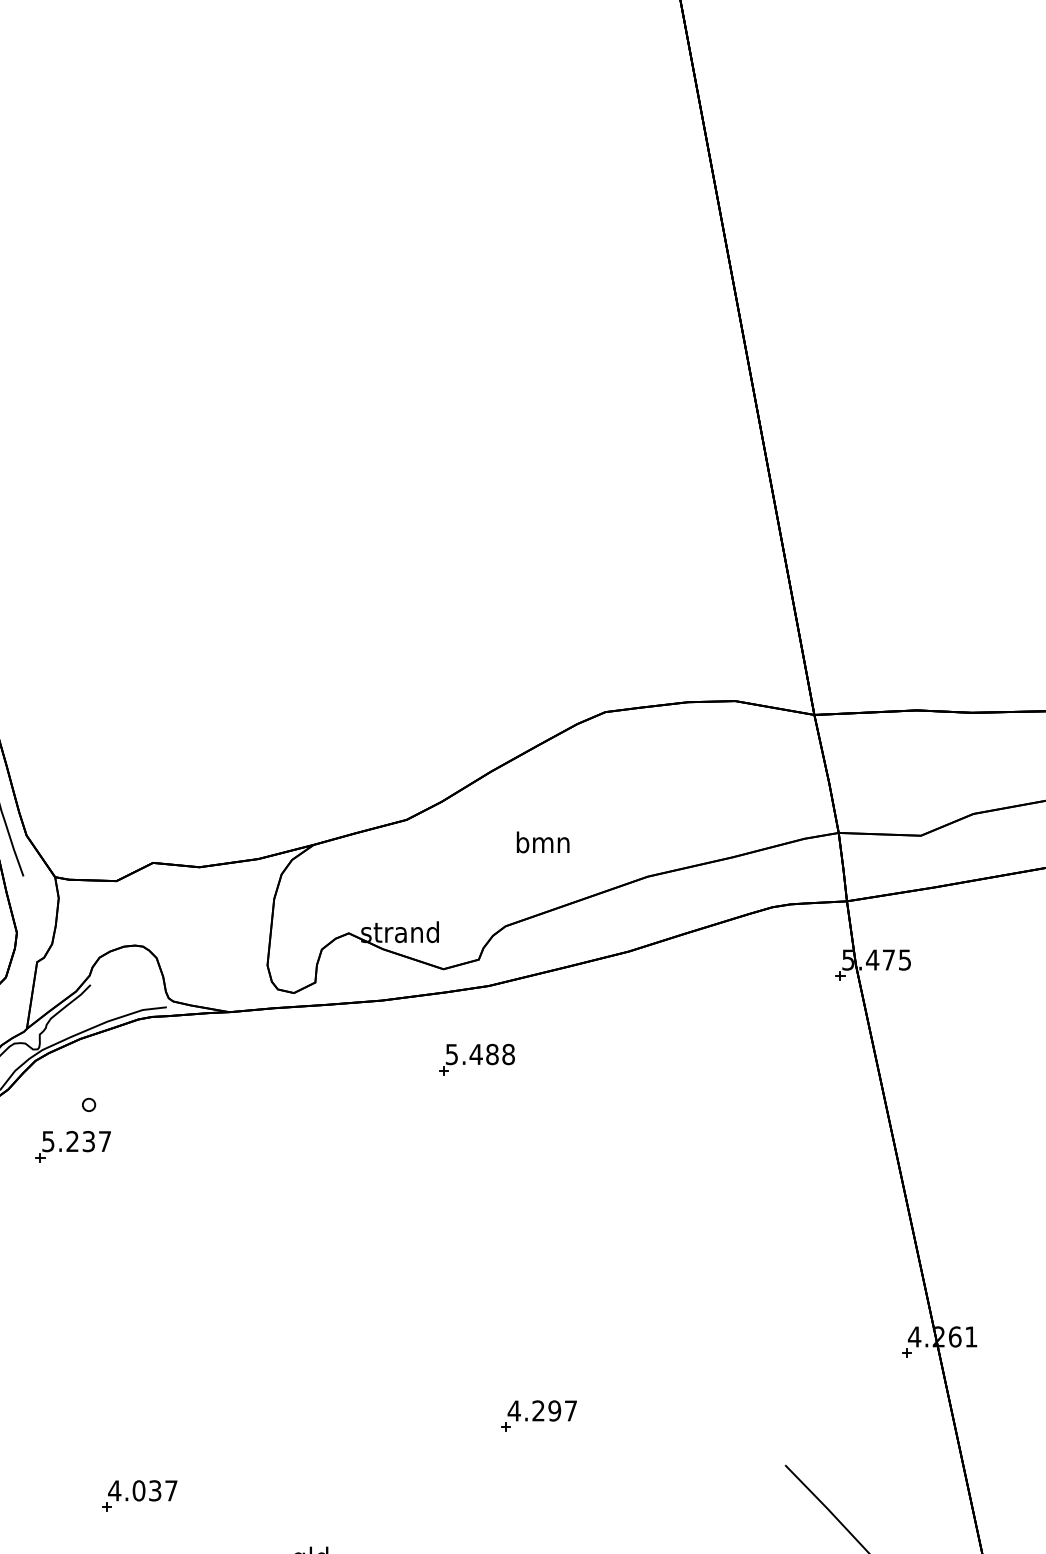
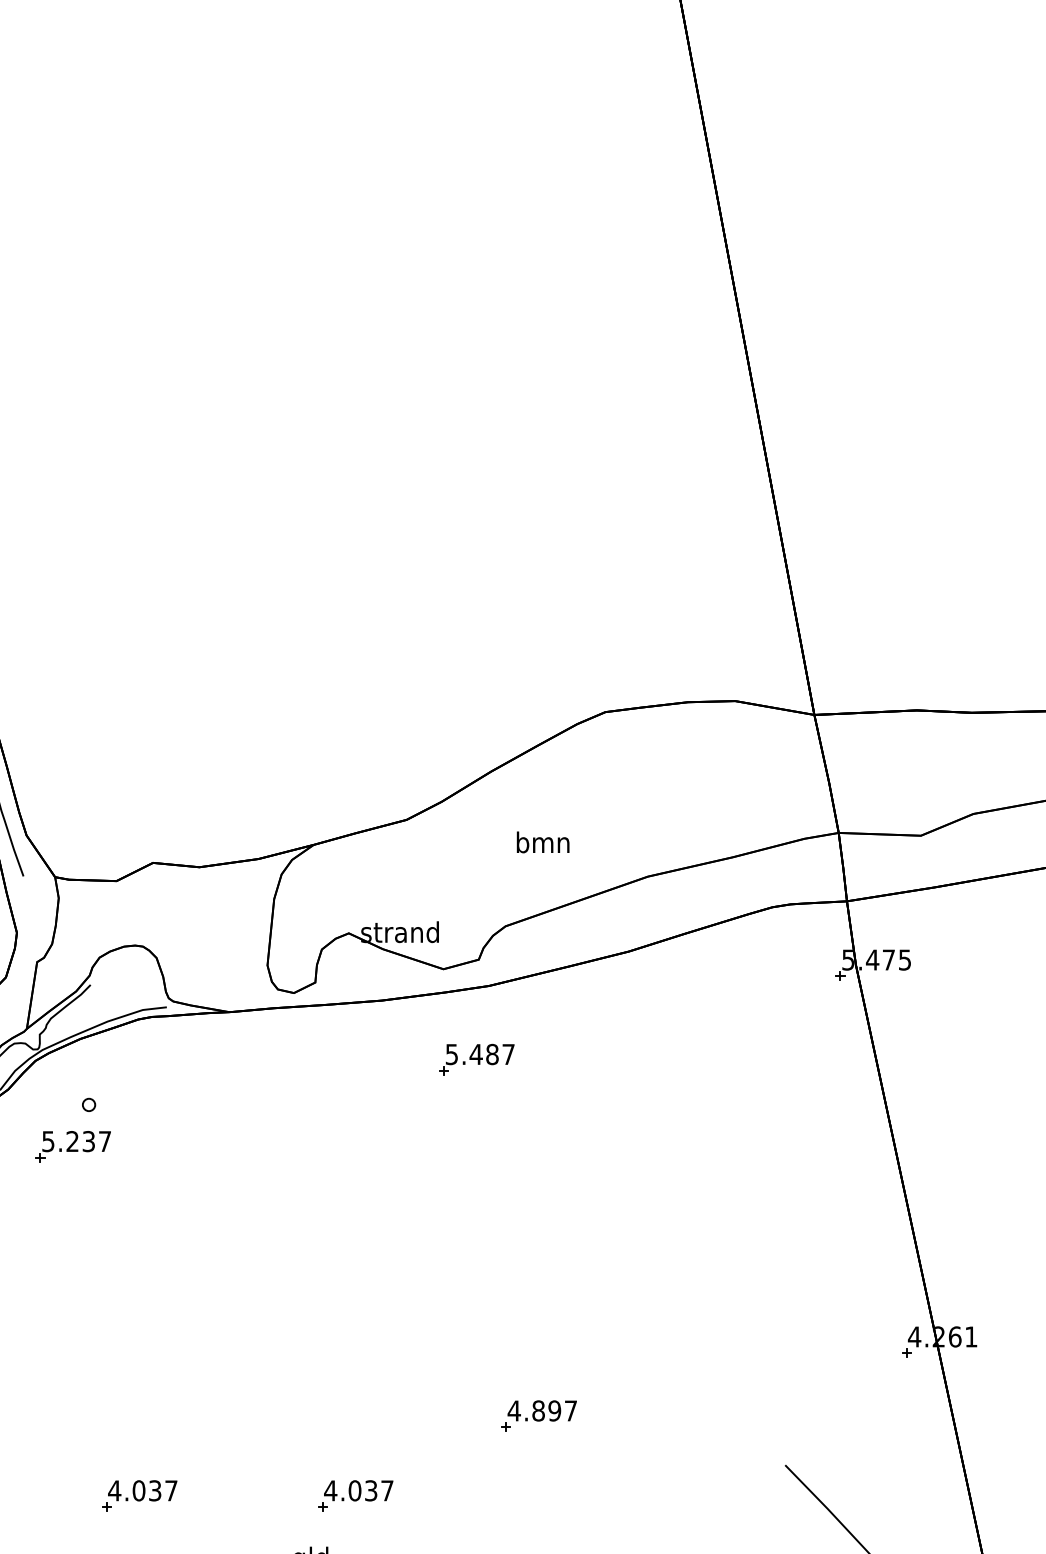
text at (508, 1054): 5.488 -> 5.487
text at (538, 1410): 4.297 -> 4.897
part at (355, 1495): none -> present
